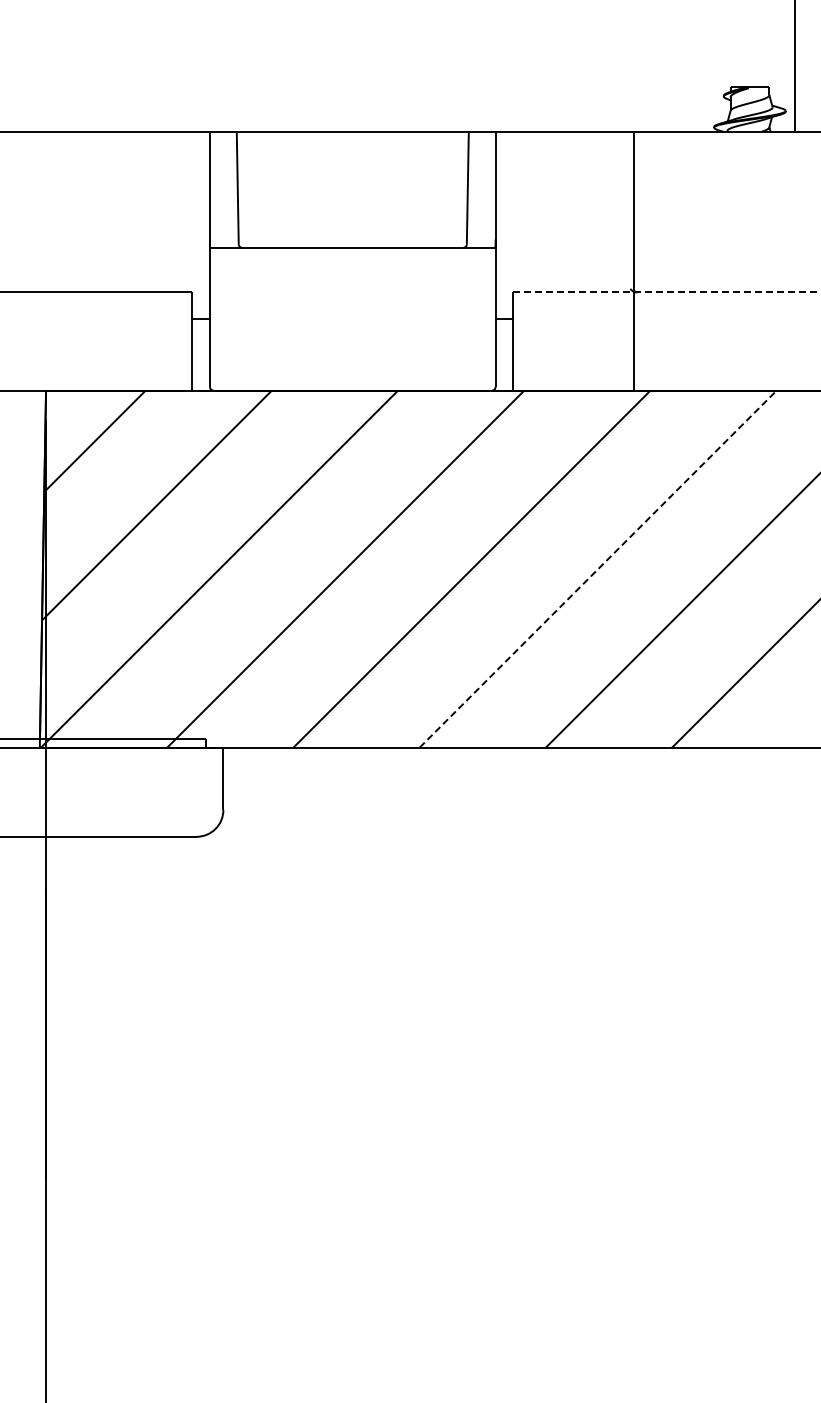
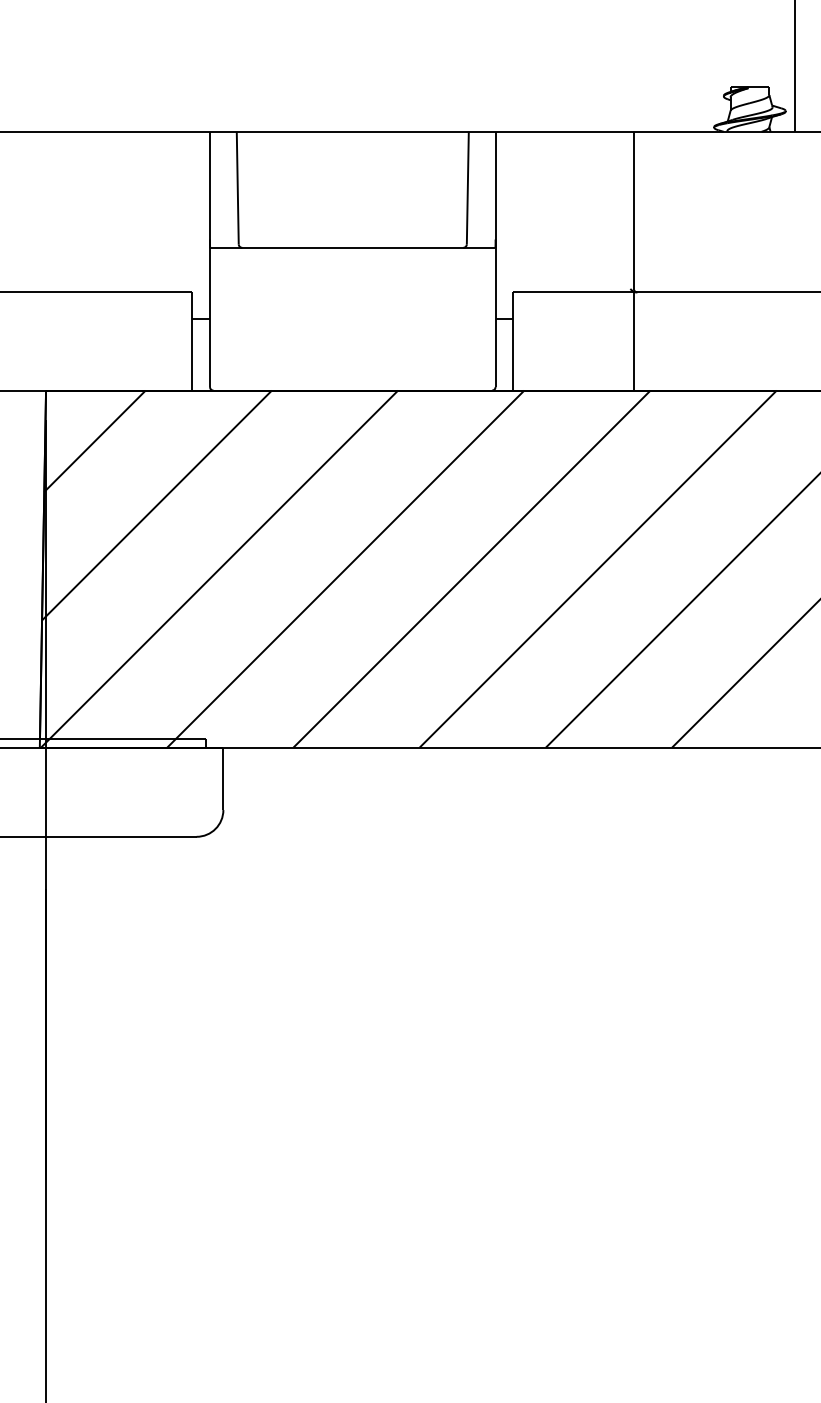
line at (667, 292): dashed -> solid
line at (598, 568): dashed -> solid
